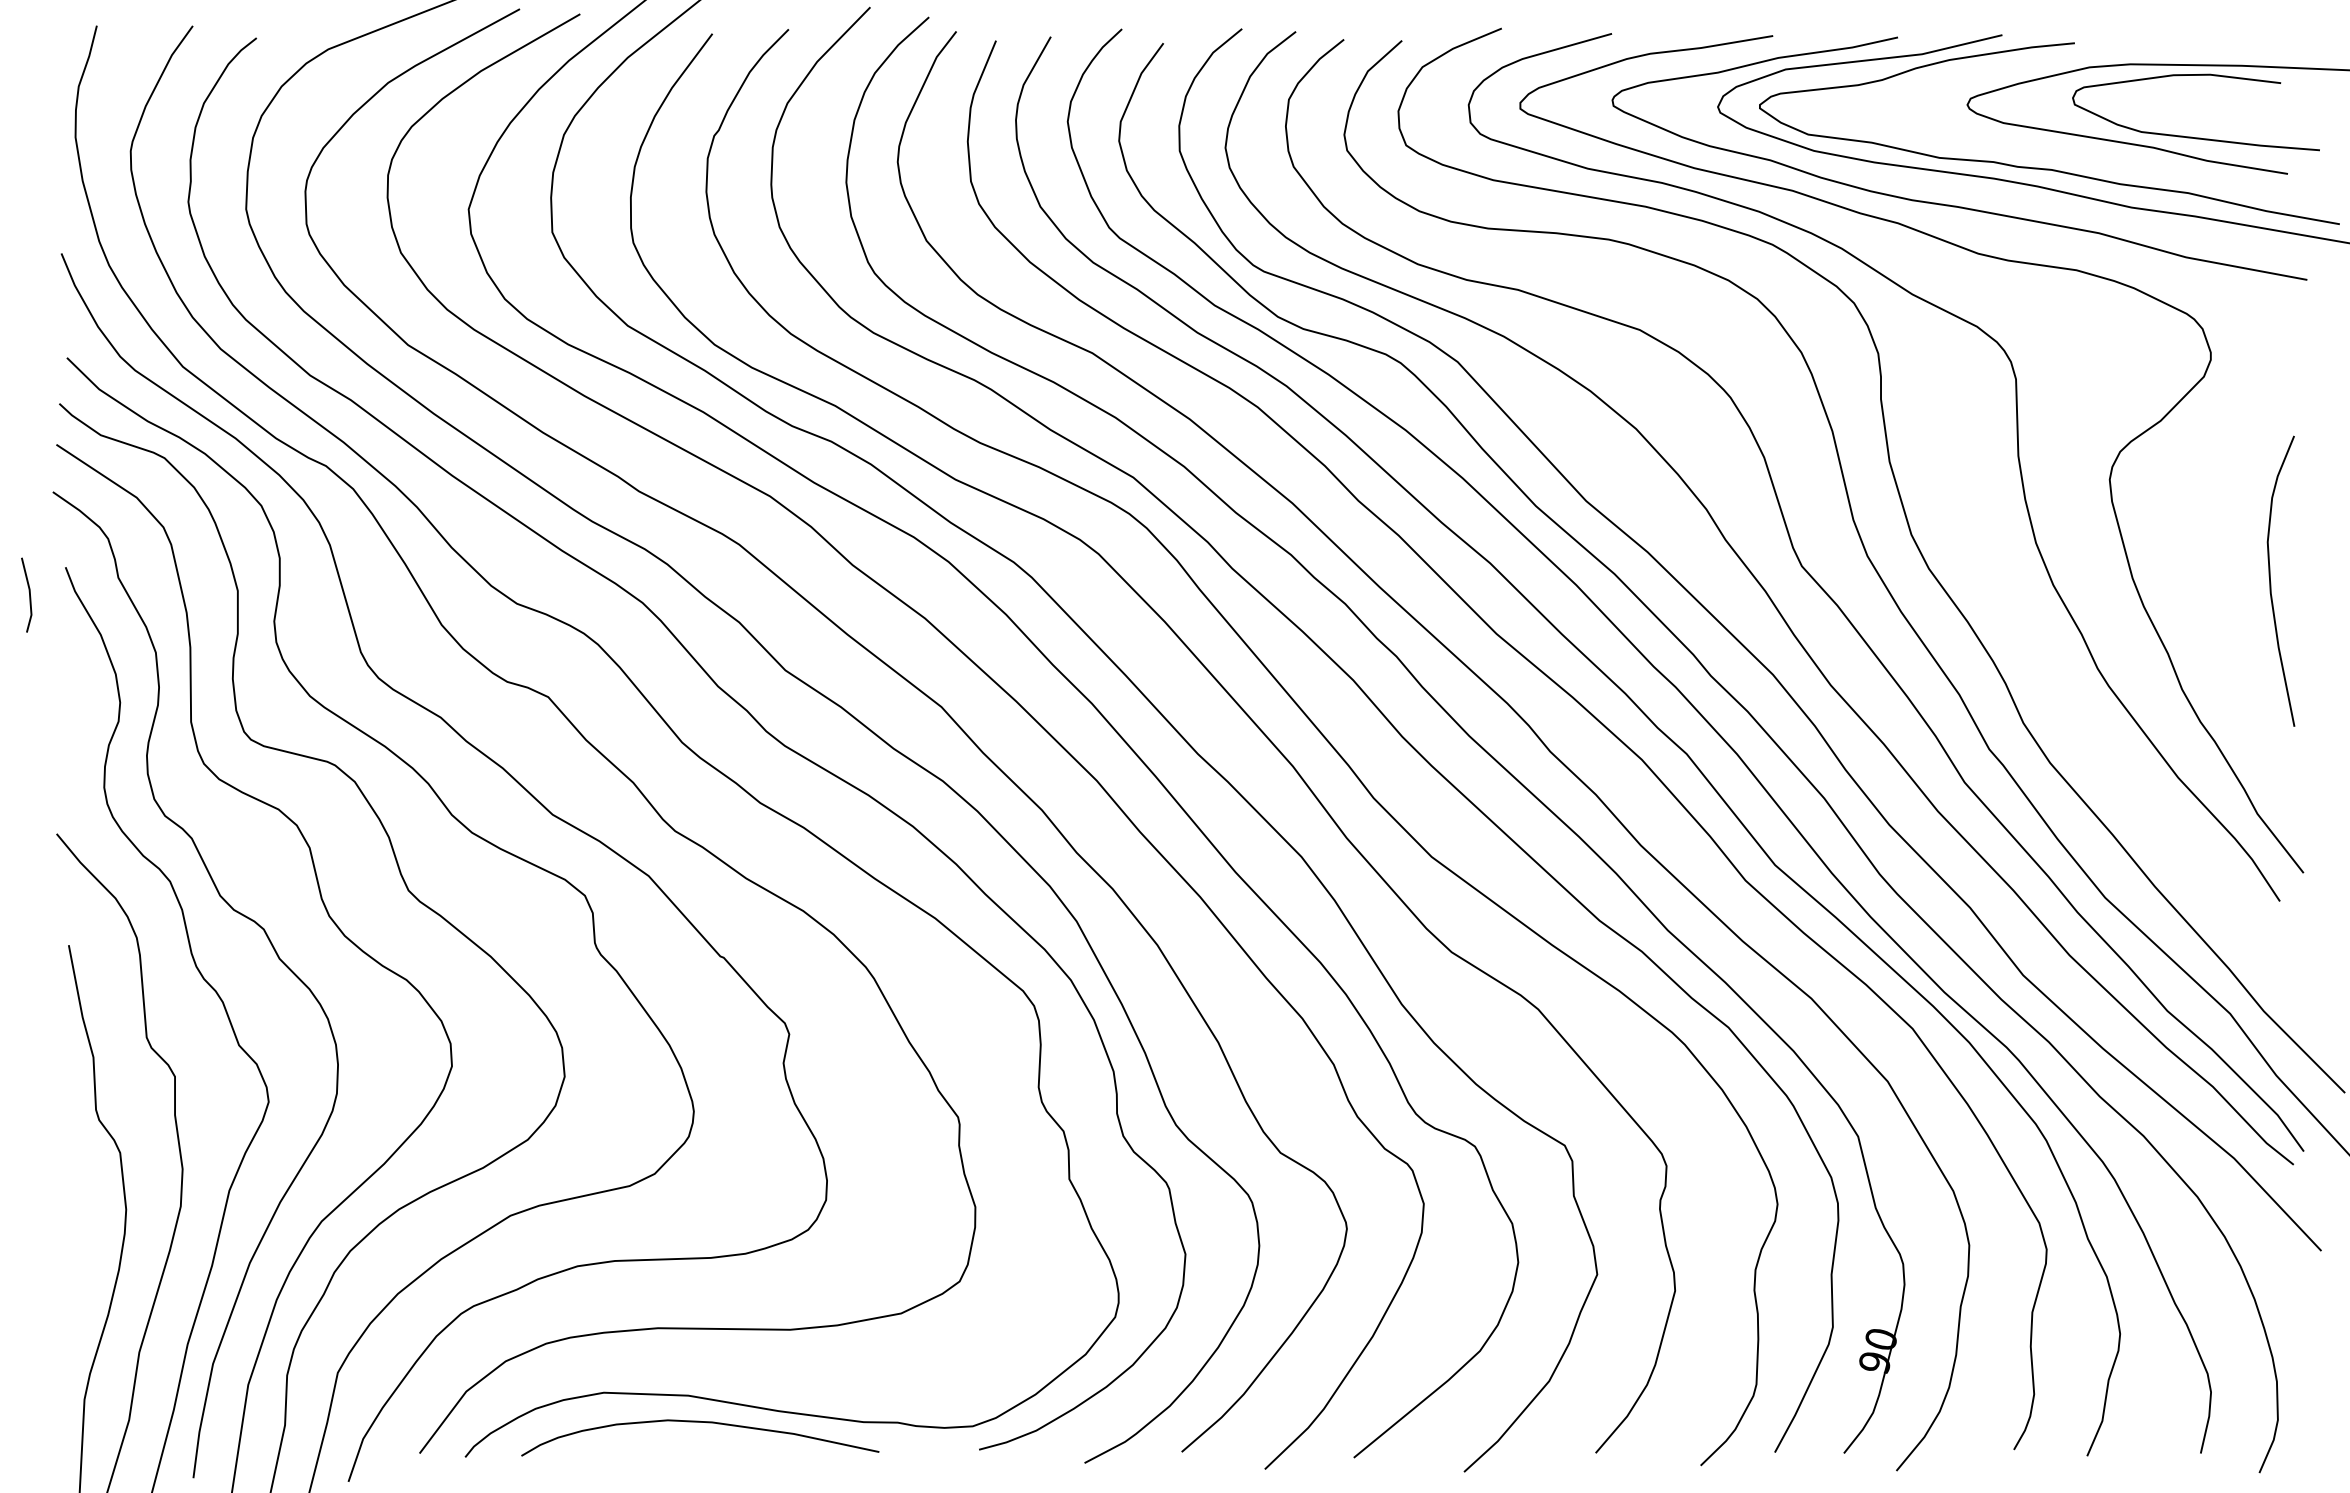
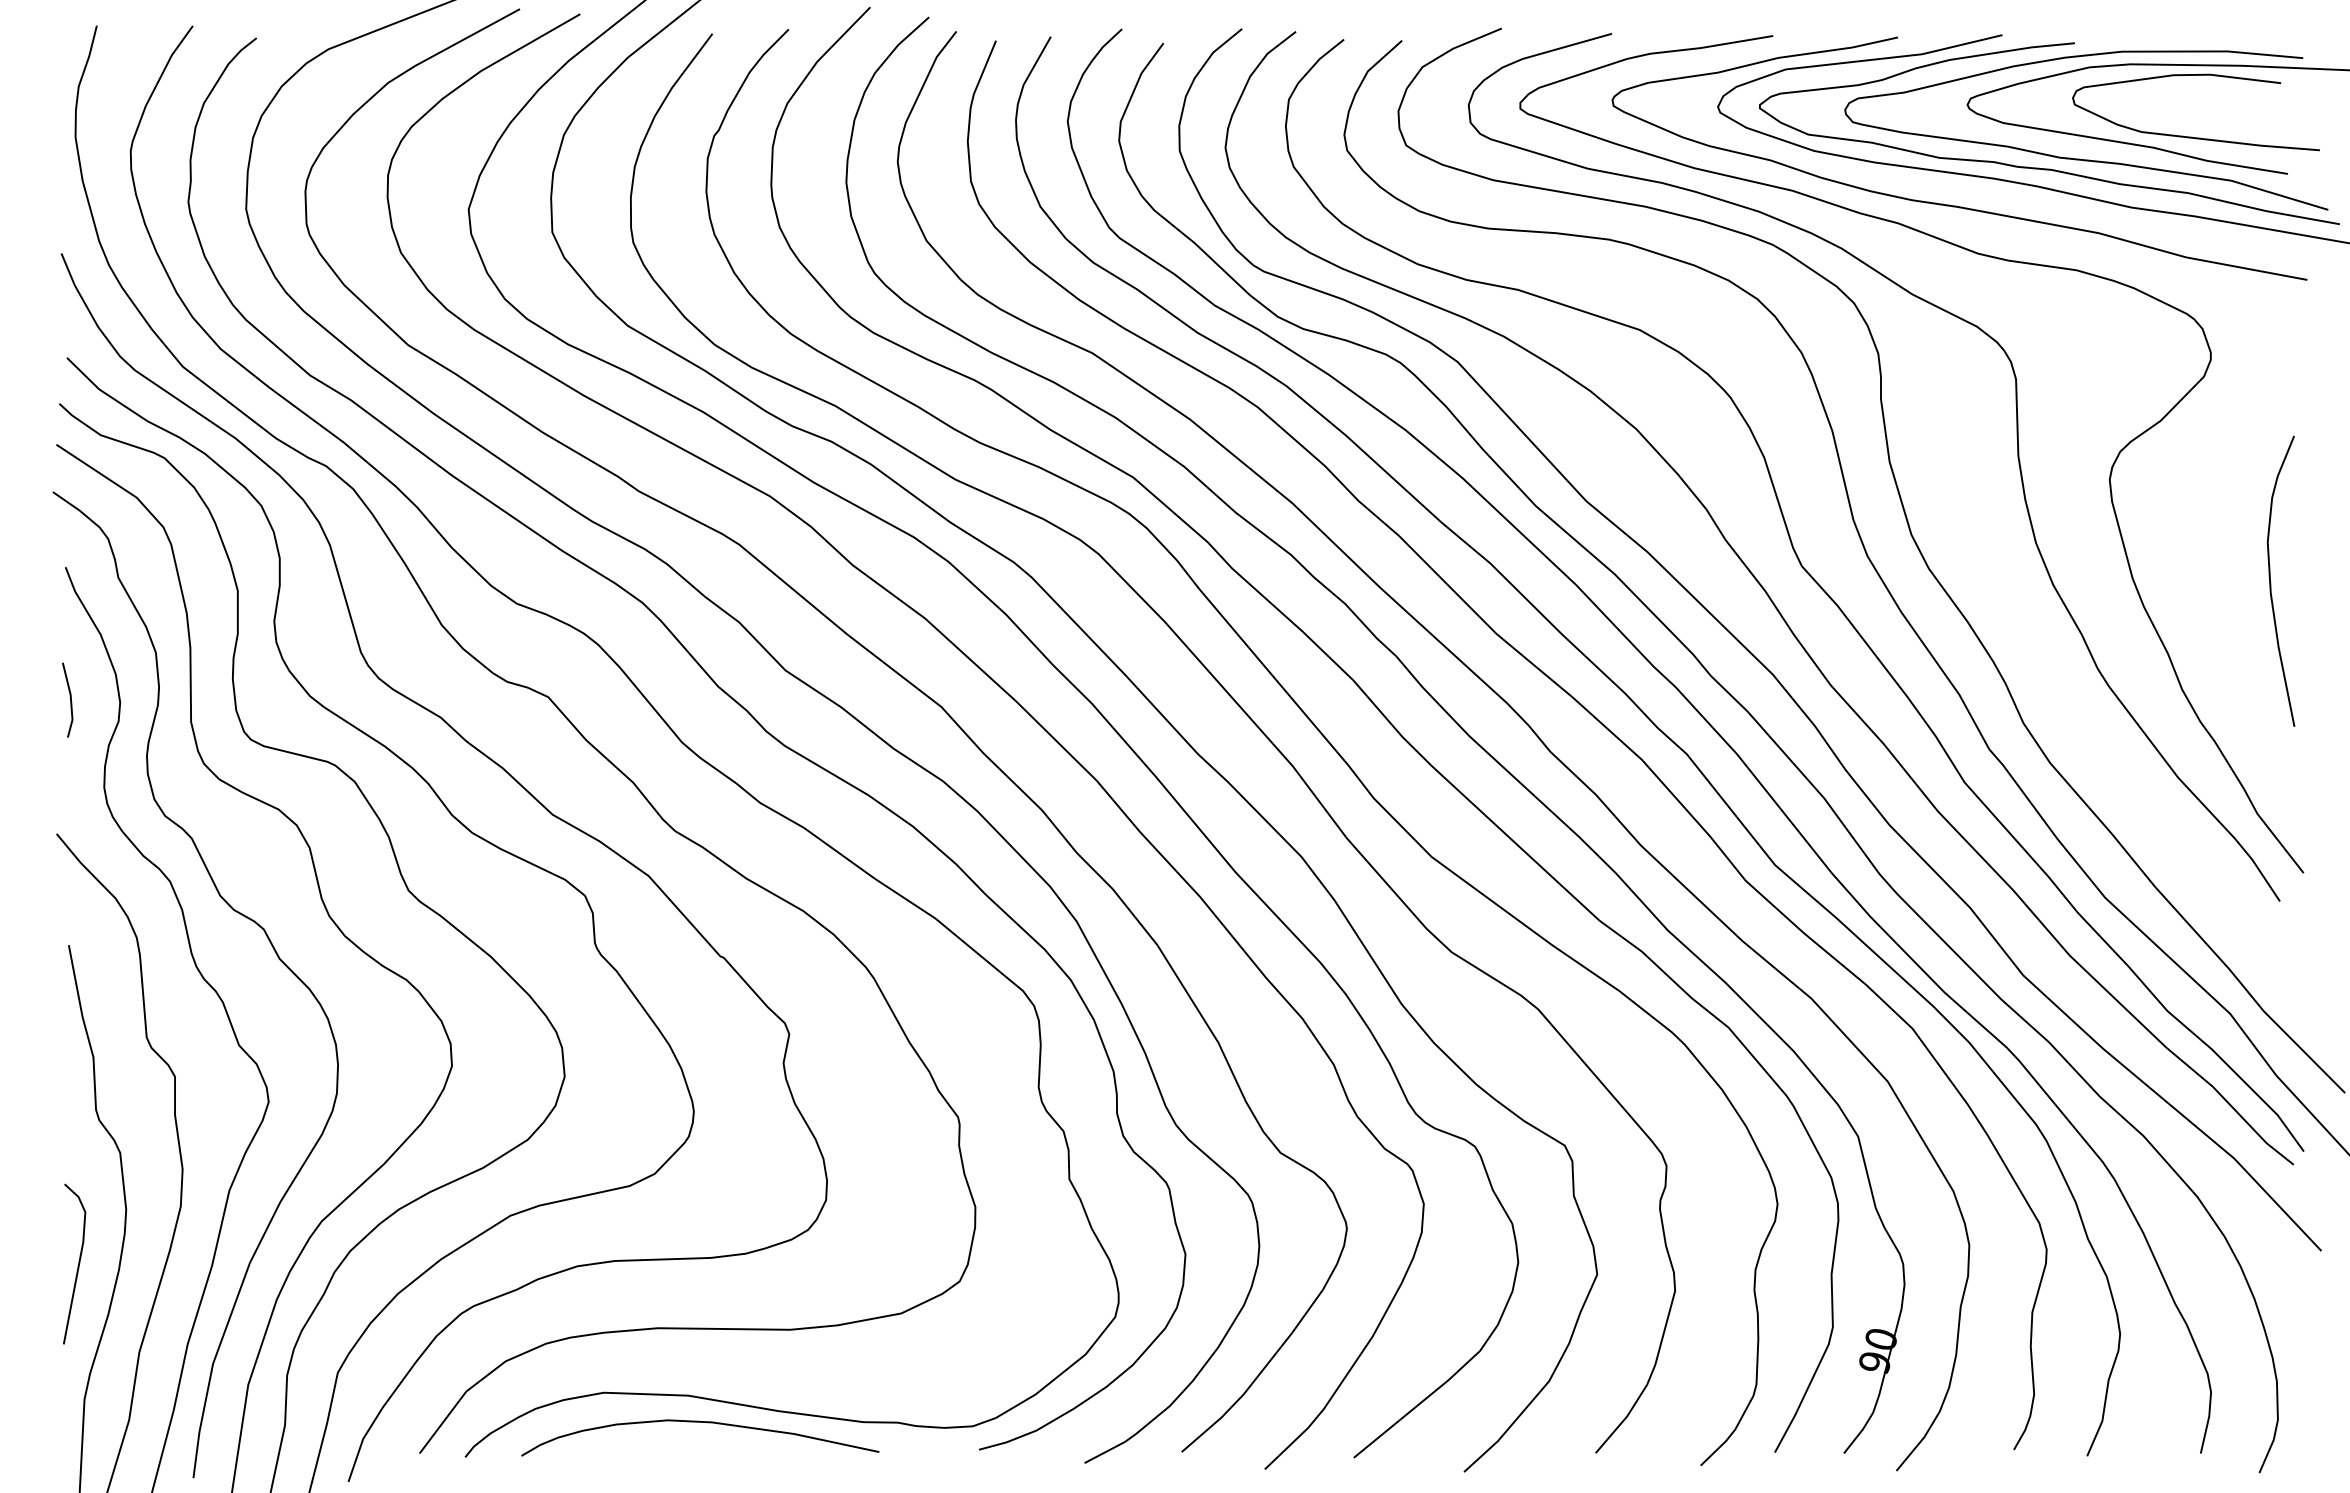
curve at (2080, 158): none -> present
line at (29, 594) position: (29, 594) -> (70, 699)
line at (77, 1265): none -> present
